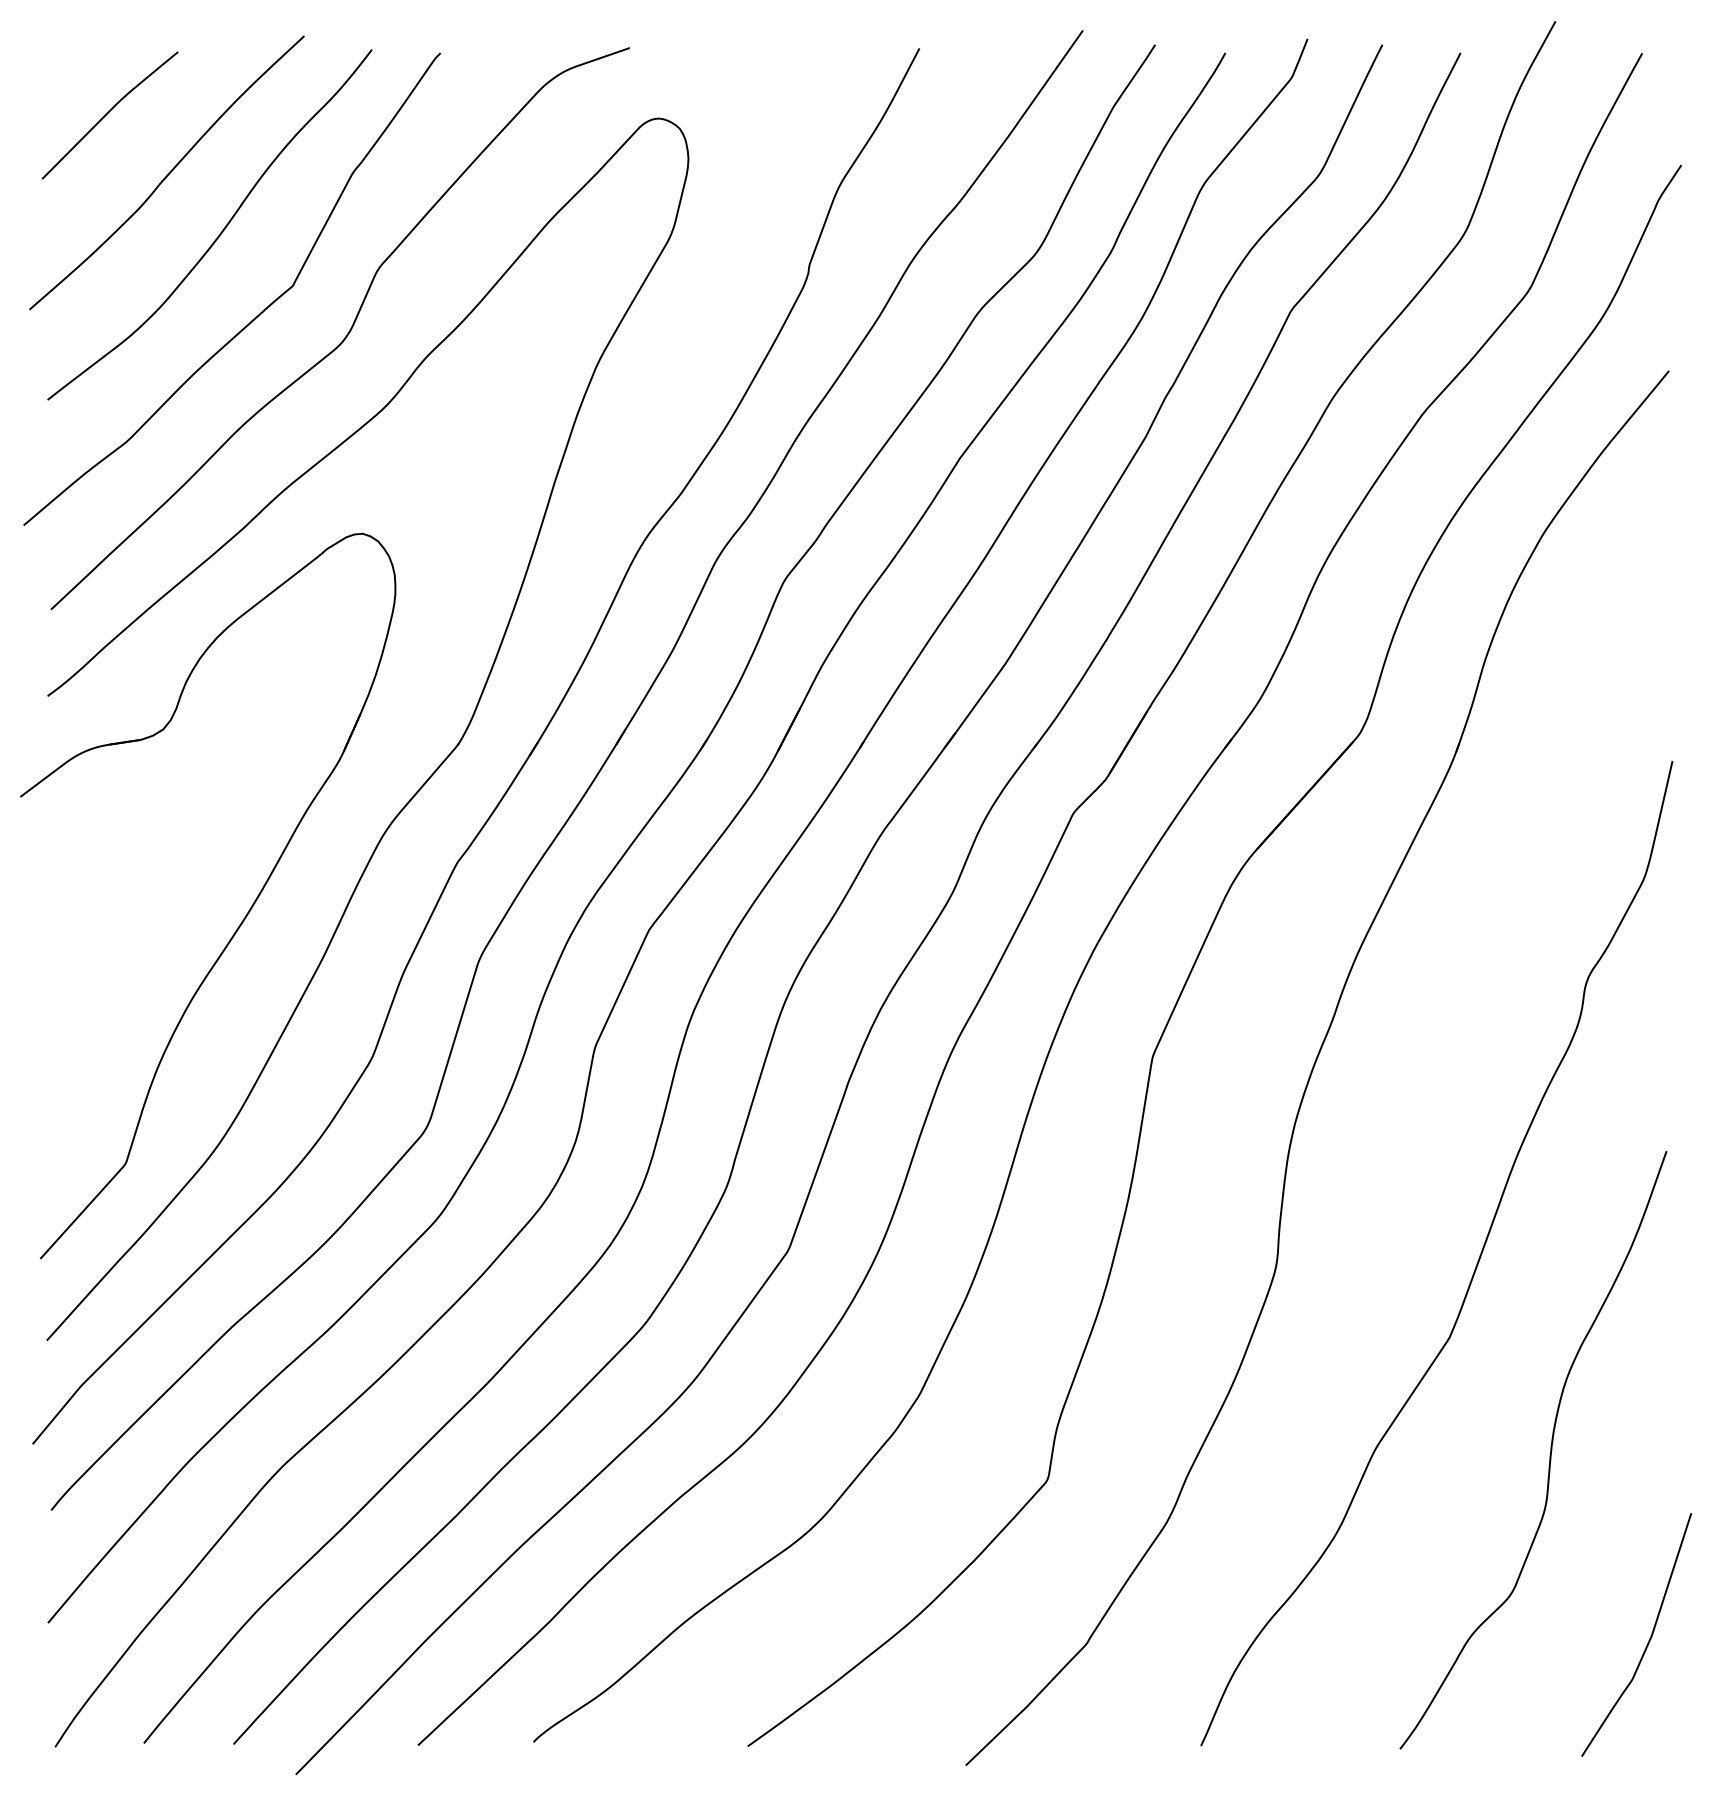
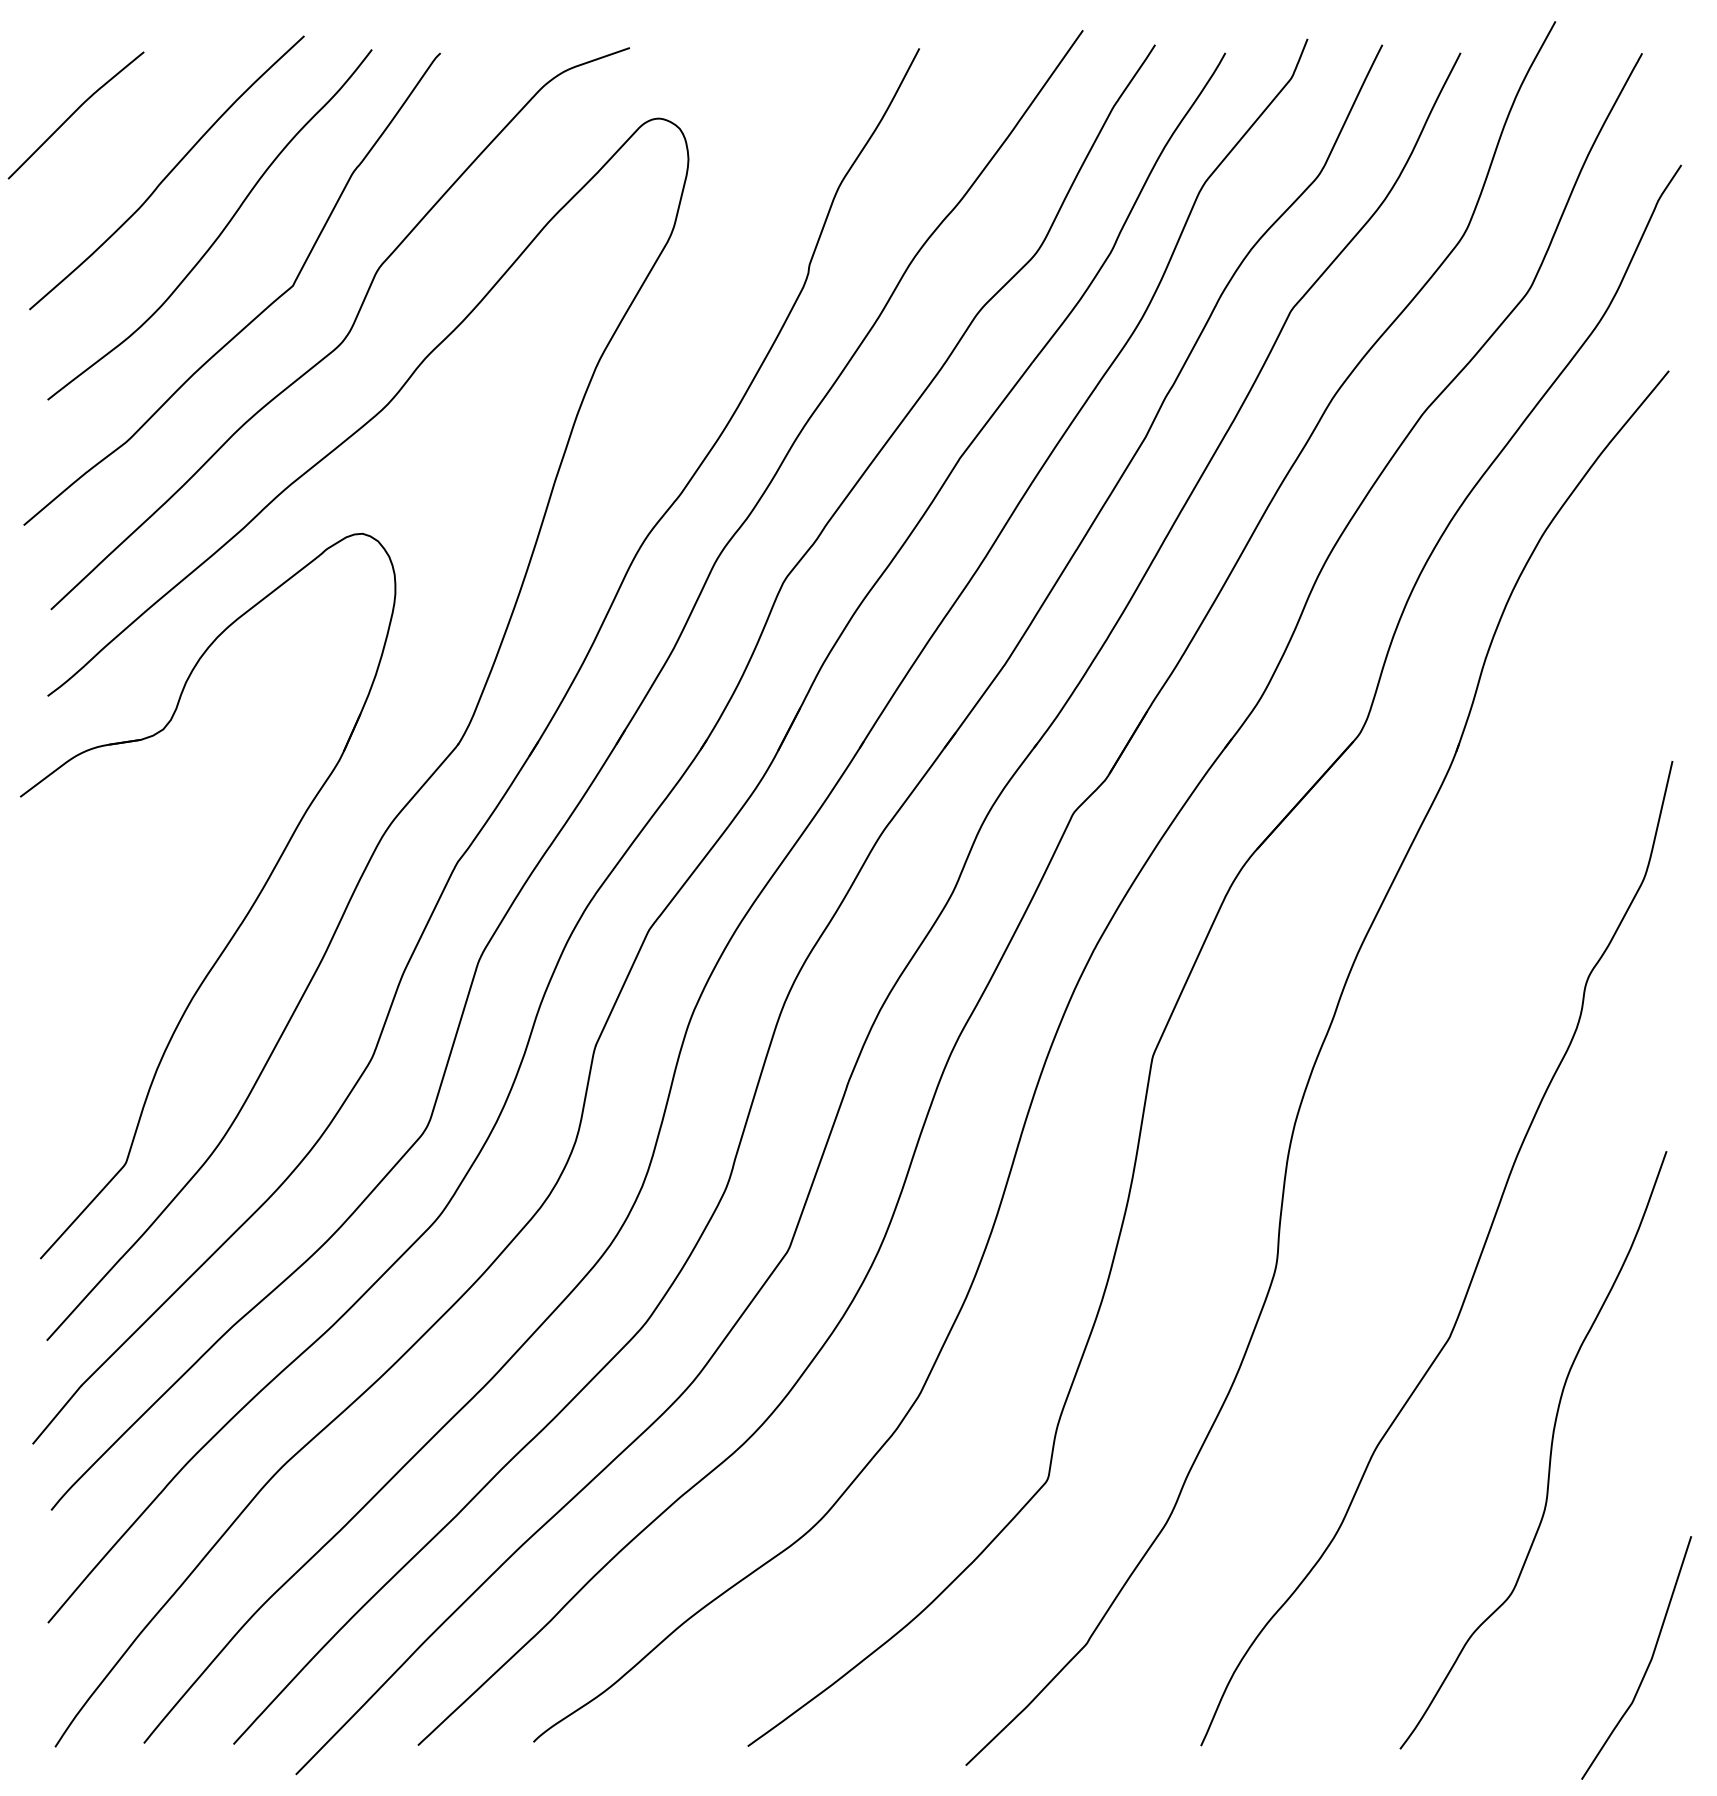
curve at (108, 113) position: (108, 113) -> (74, 113)
curve at (1648, 1640) position: (1648, 1640) -> (1648, 1663)
